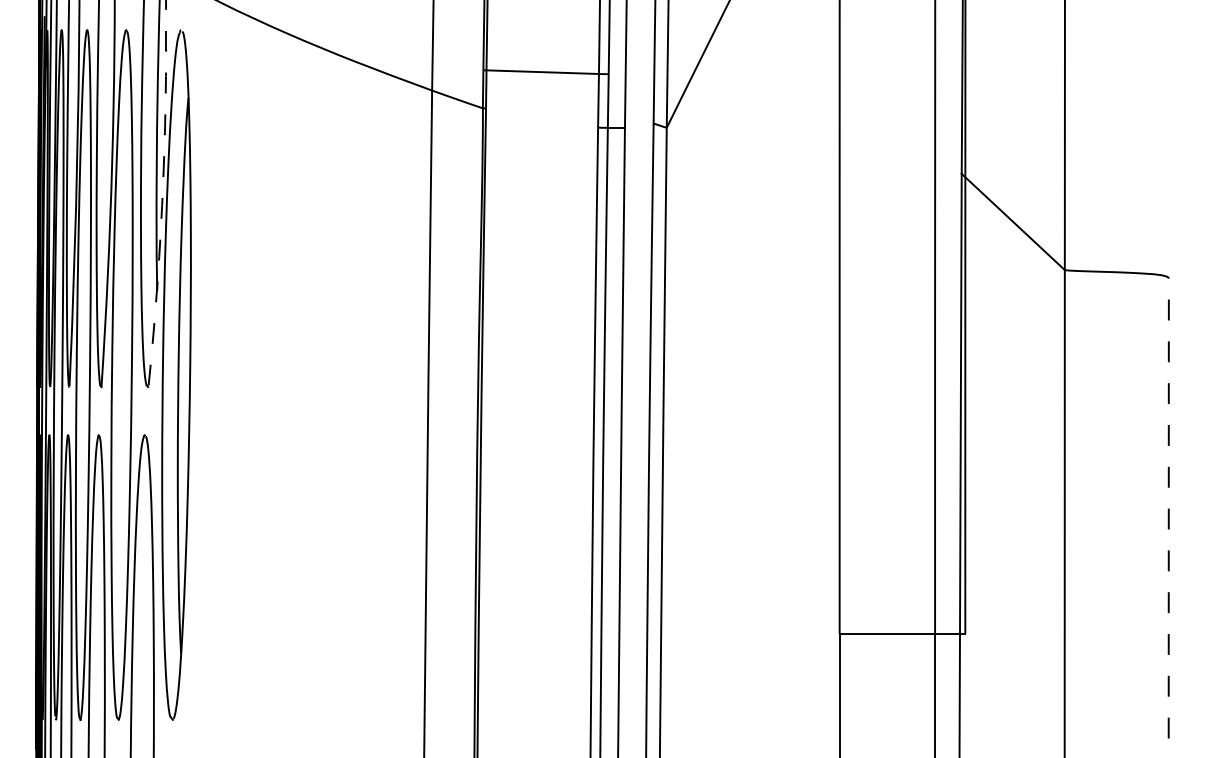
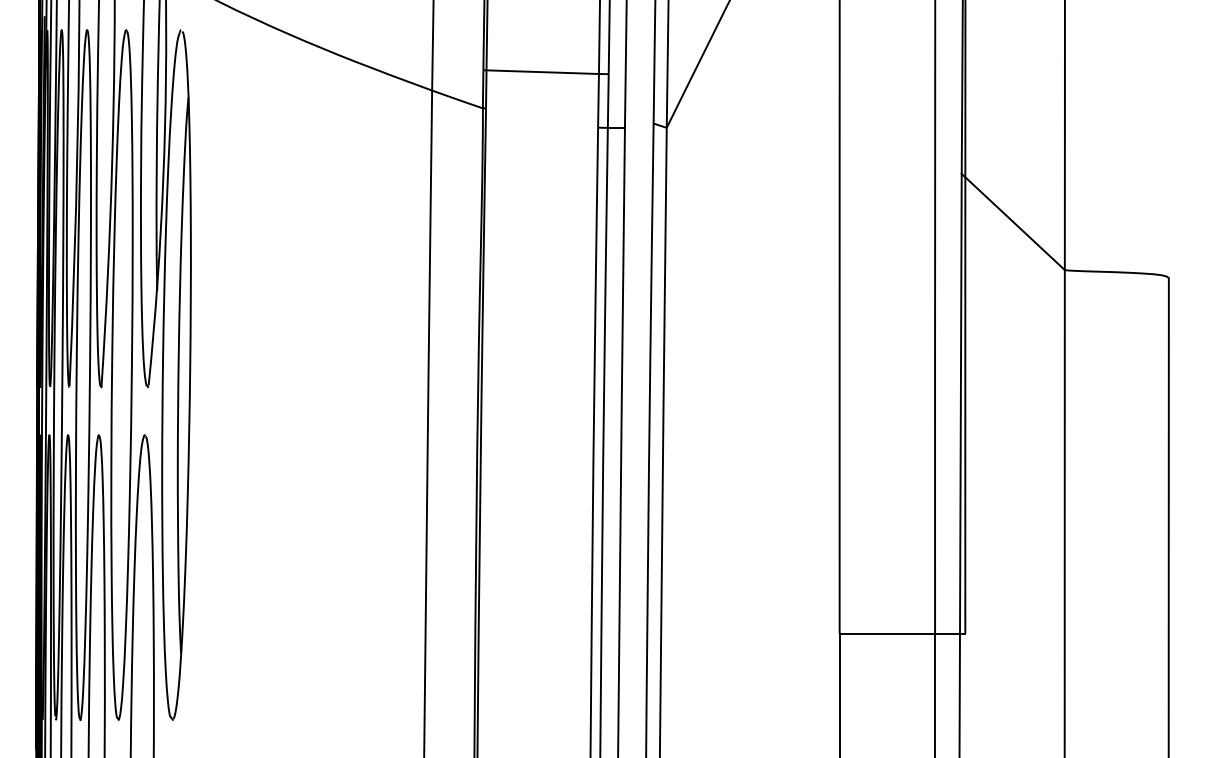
arc at (162, 192): dashed -> solid
line at (1168, 517): dashed -> solid
